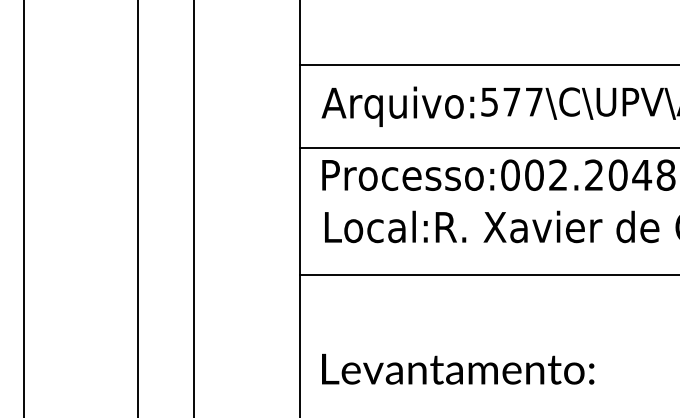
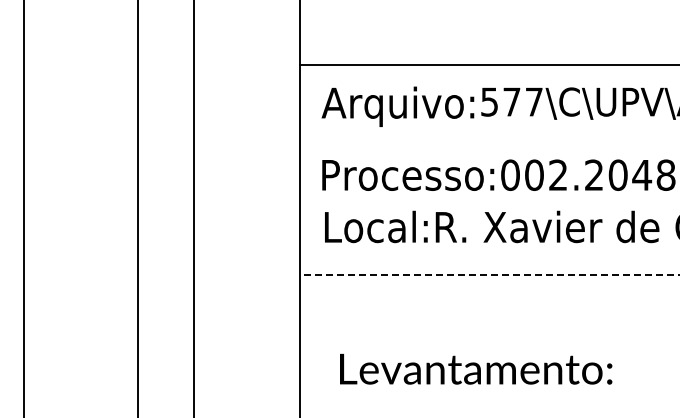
line at (488, 148): present -> none
line at (489, 275): solid -> dashed
text at (458, 369) position: (458, 369) -> (476, 369)
